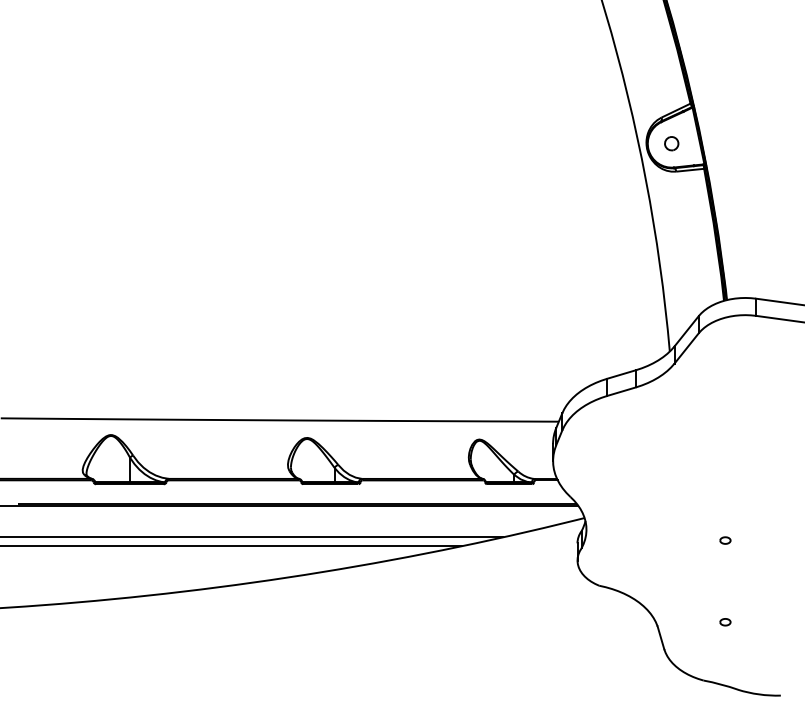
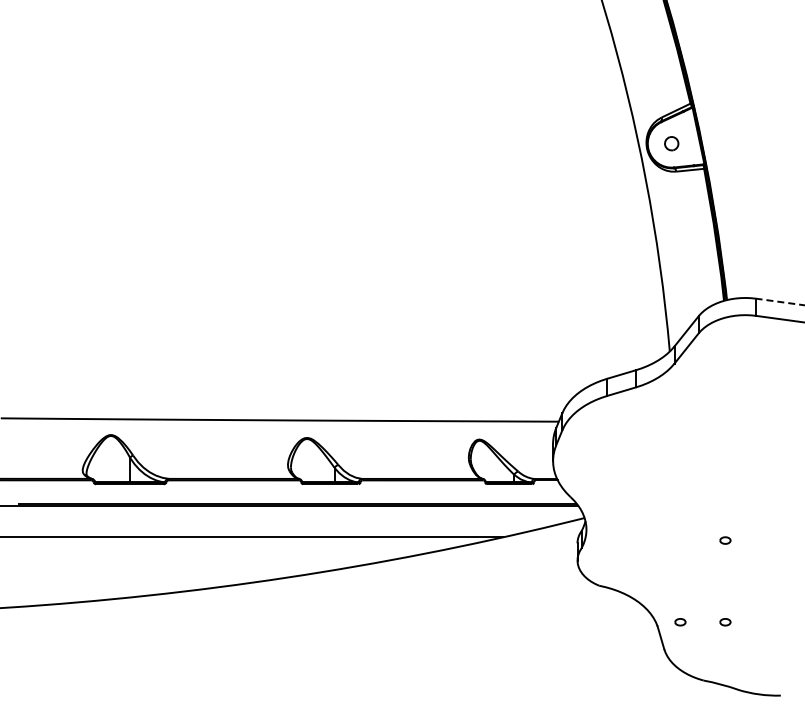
line at (779, 301): solid -> dashed
line at (231, 546): present -> none
part at (680, 622): none -> present
